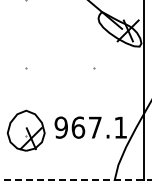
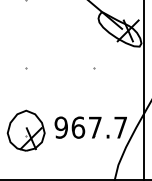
text at (120, 127): 967.1 -> 967.7
line at (76, 179): dashed -> solid
